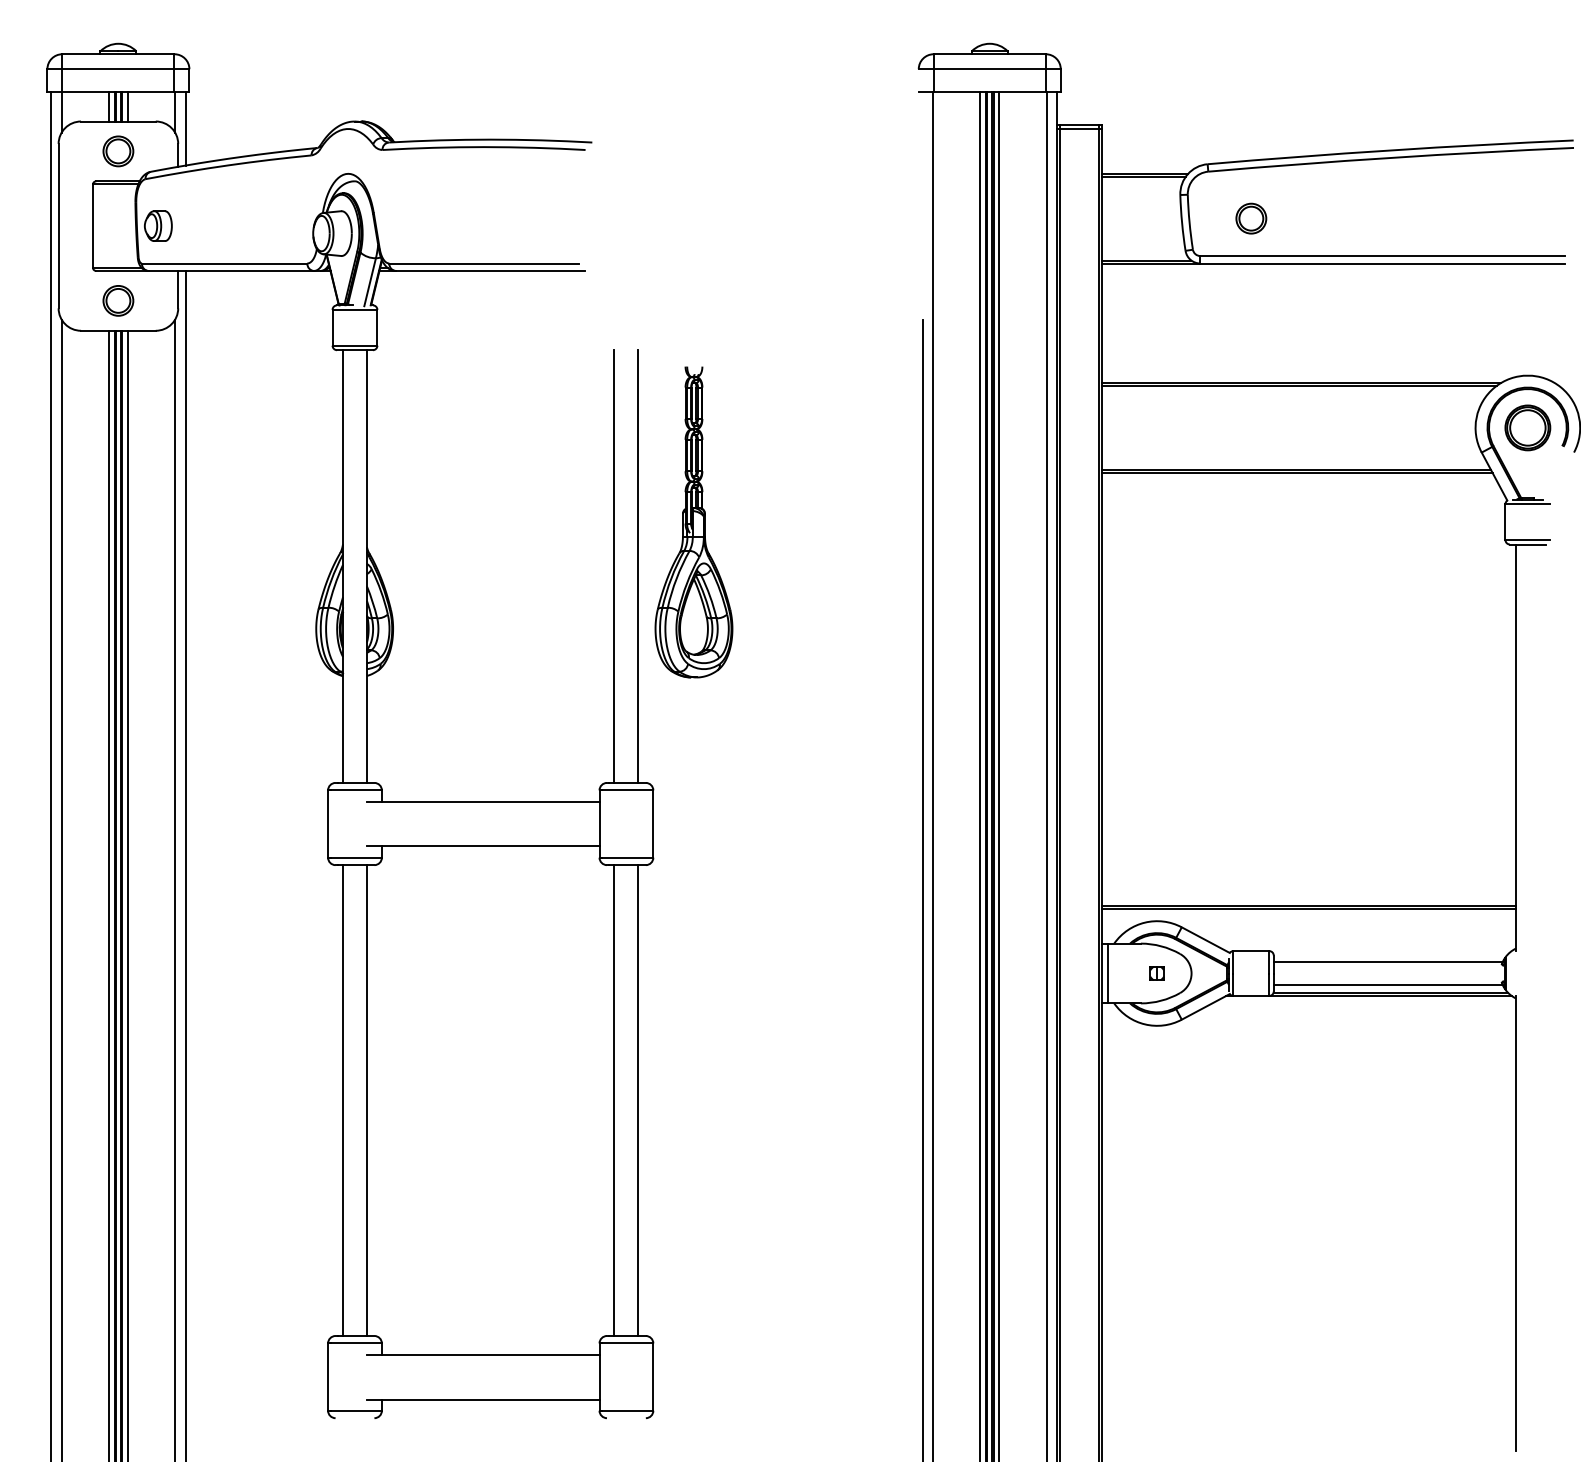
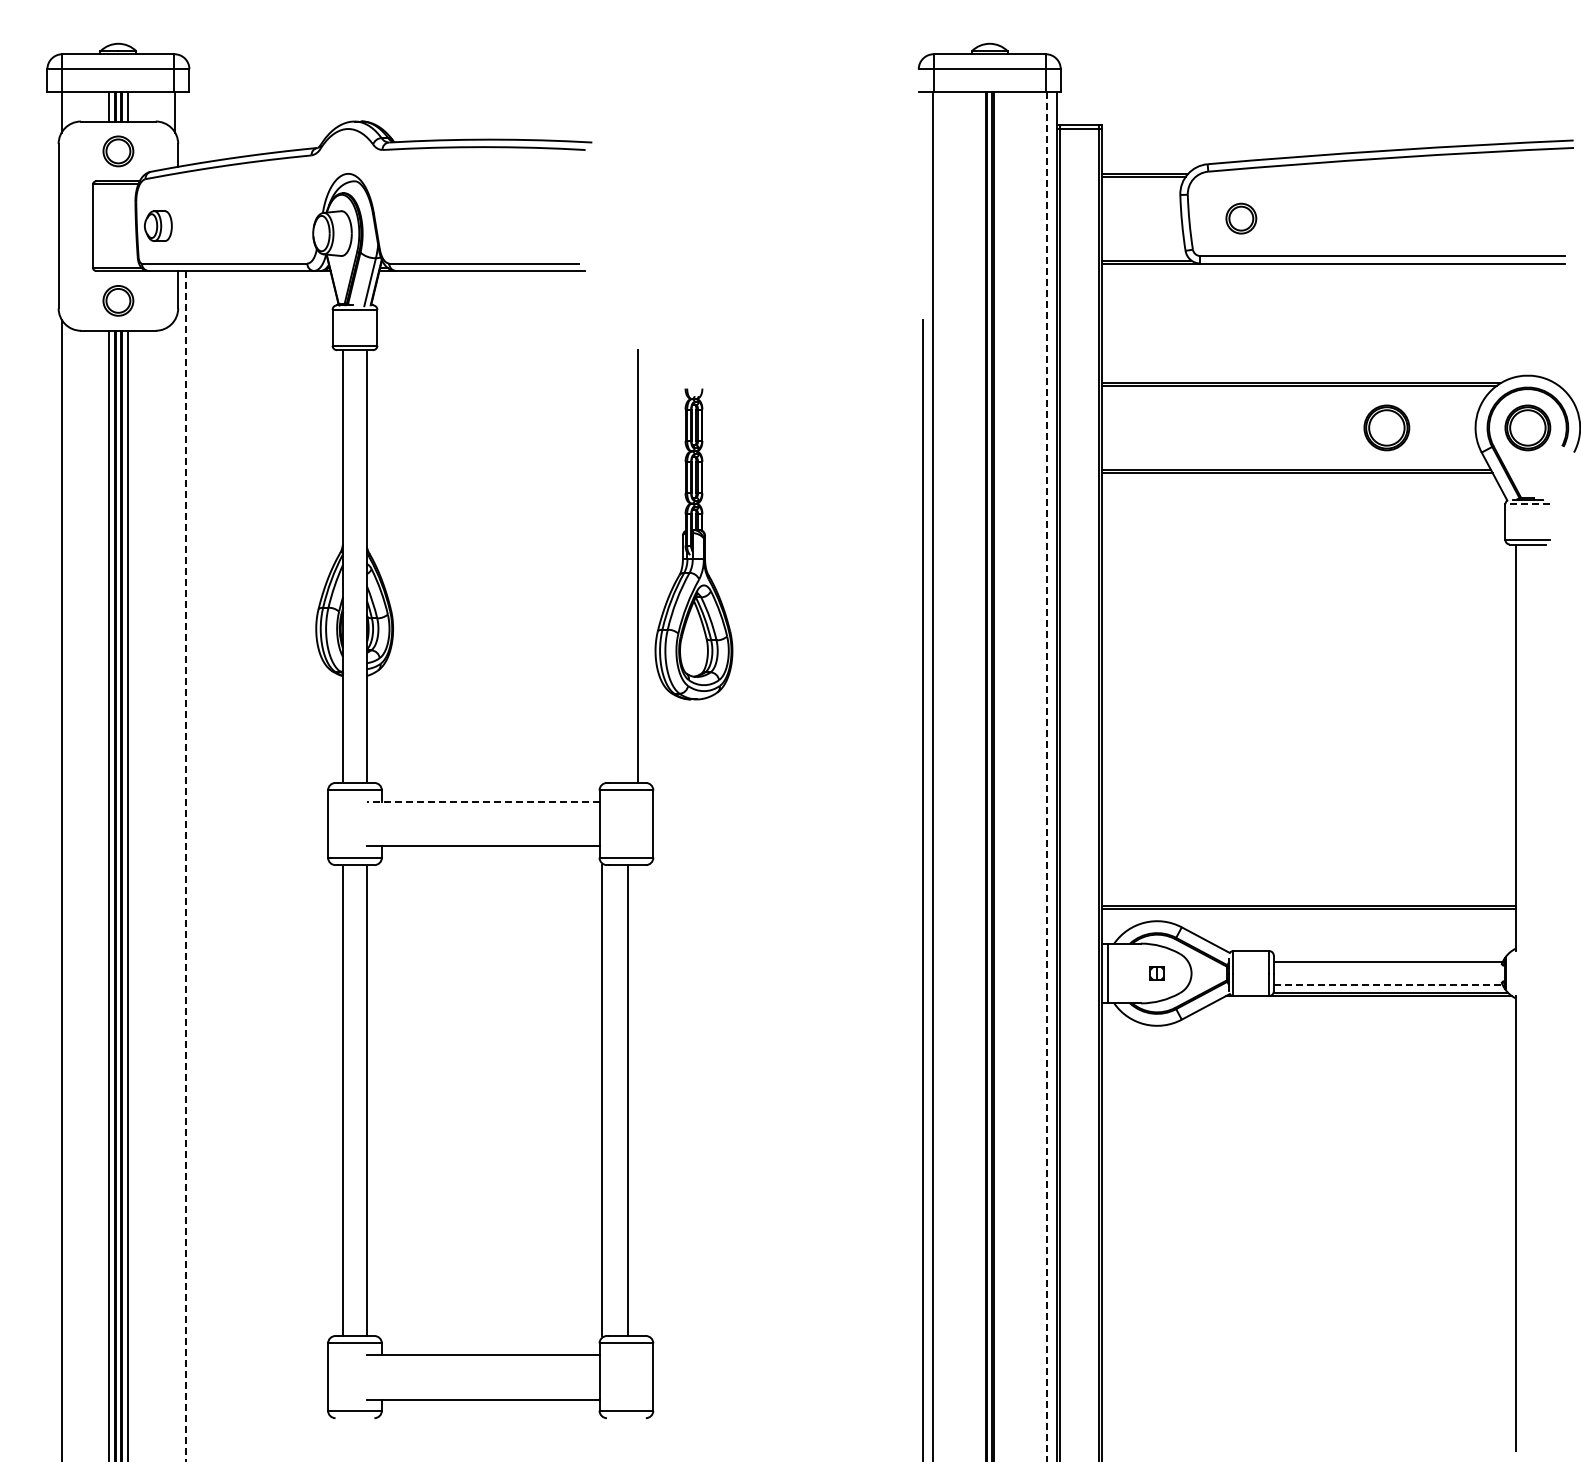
line at (185, 128): present -> none
part at (1251, 218) position: (1251, 218) -> (1241, 218)
part at (1386, 427): none -> present
line at (1527, 504): solid -> dashed
part at (693, 522) position: (693, 522) -> (693, 544)
line at (614, 566): present -> none
line at (51, 774): present -> none
line at (980, 774): present -> none
line at (999, 774): present -> none
line at (1046, 776): solid -> dashed
line at (482, 801): solid -> dashed
line at (185, 866): solid -> dashed
line at (175, 888): present -> none
line at (1388, 985): solid -> dashed
line at (614, 1100) position: (614, 1100) -> (602, 1100)
line at (638, 1100) position: (638, 1100) -> (628, 1100)
